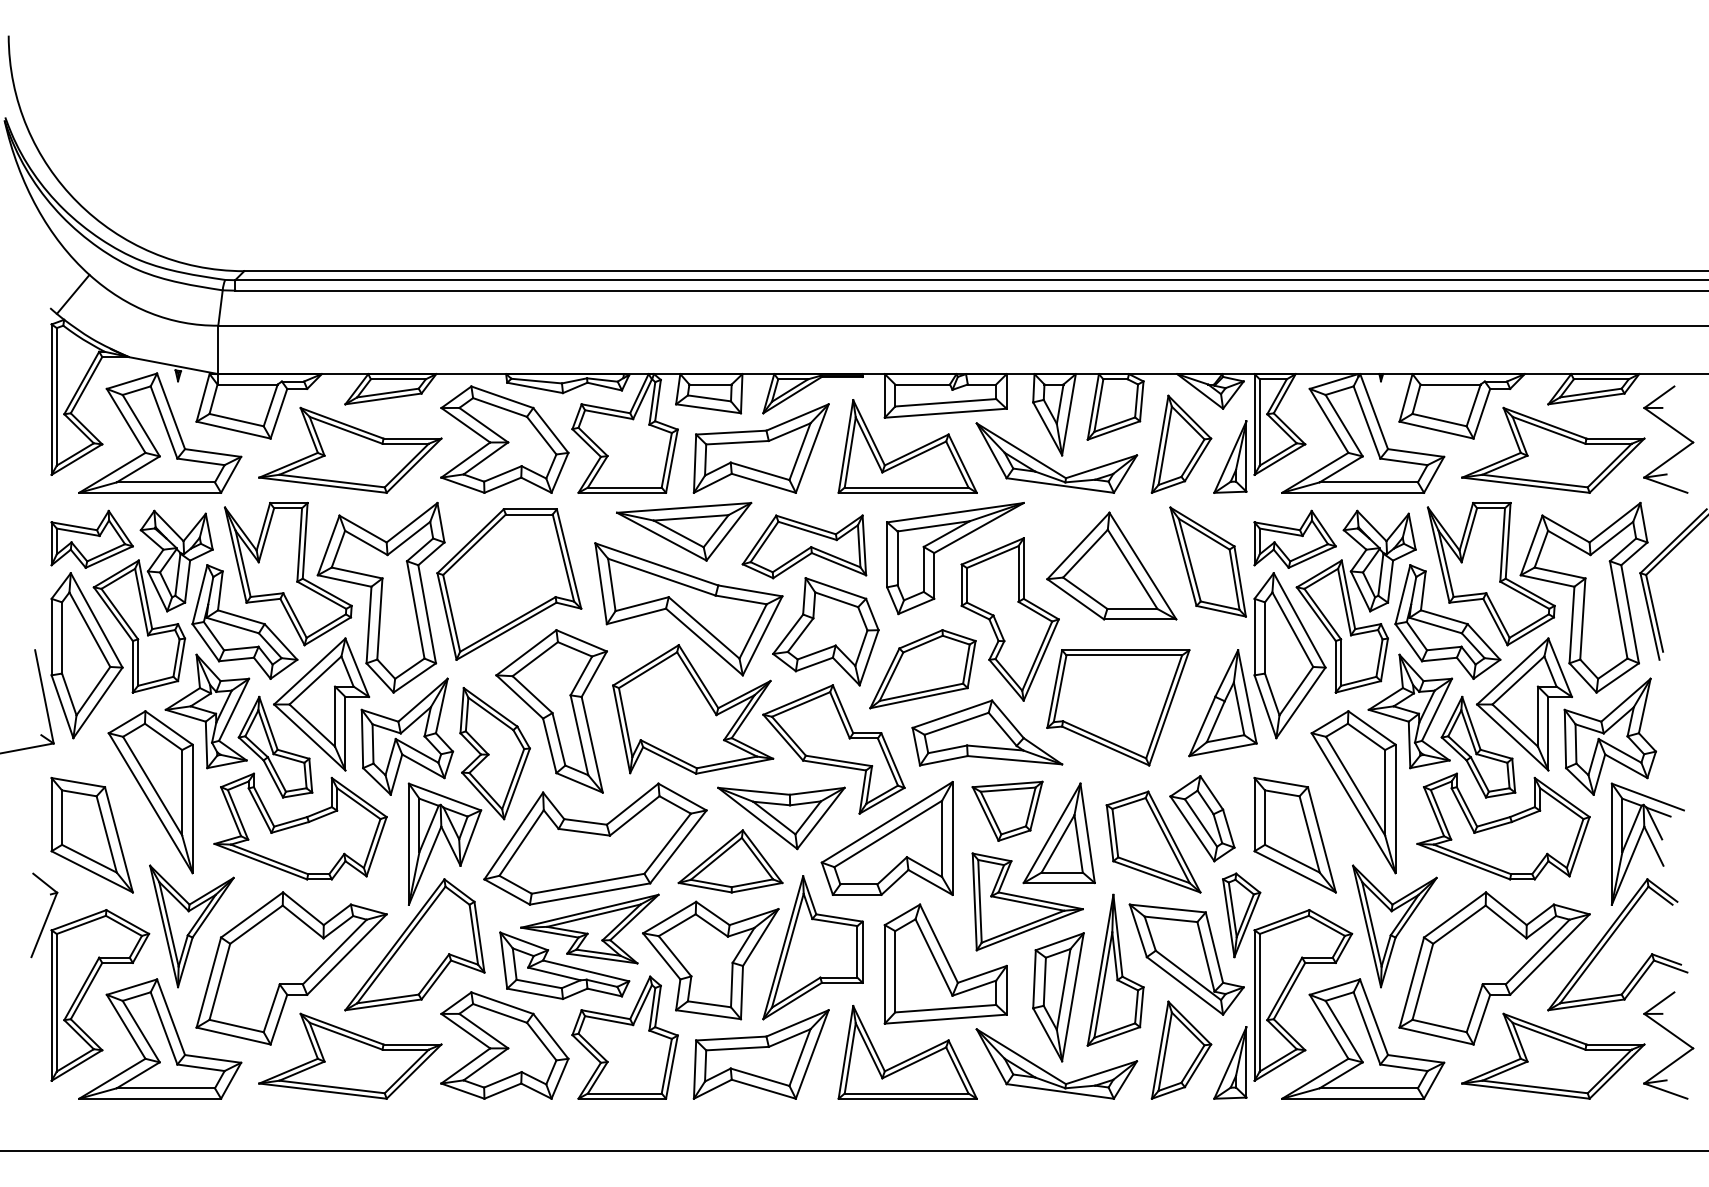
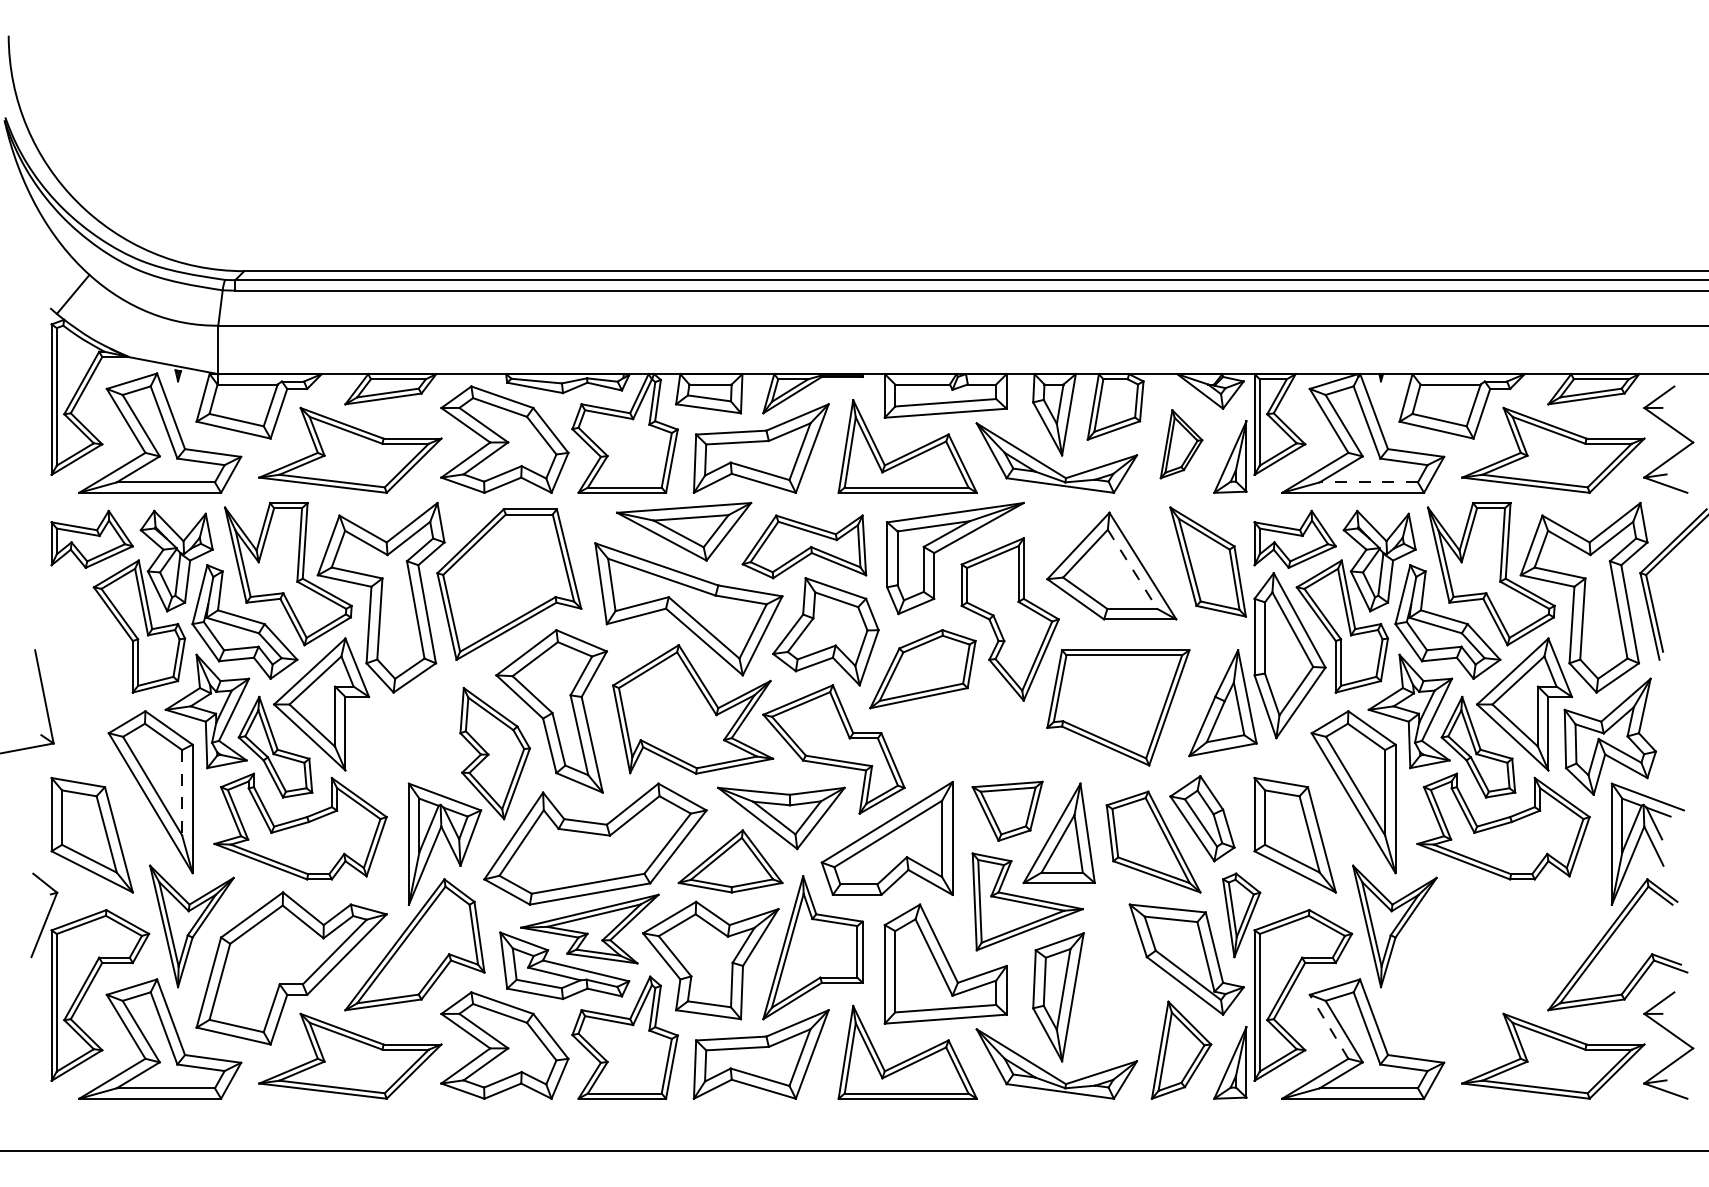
part at (1181, 443) size: 63x100 px -> 45x71 px
line at (1368, 482): solid -> dashed
line at (1132, 569): solid -> dashed
part at (86, 655): present -> none
part at (987, 732): present -> none
part at (407, 736): present -> none
line at (182, 792): solid -> dashed
part at (1494, 968): present -> none
part at (1115, 969): present -> none
line at (1328, 1026): solid -> dashed
